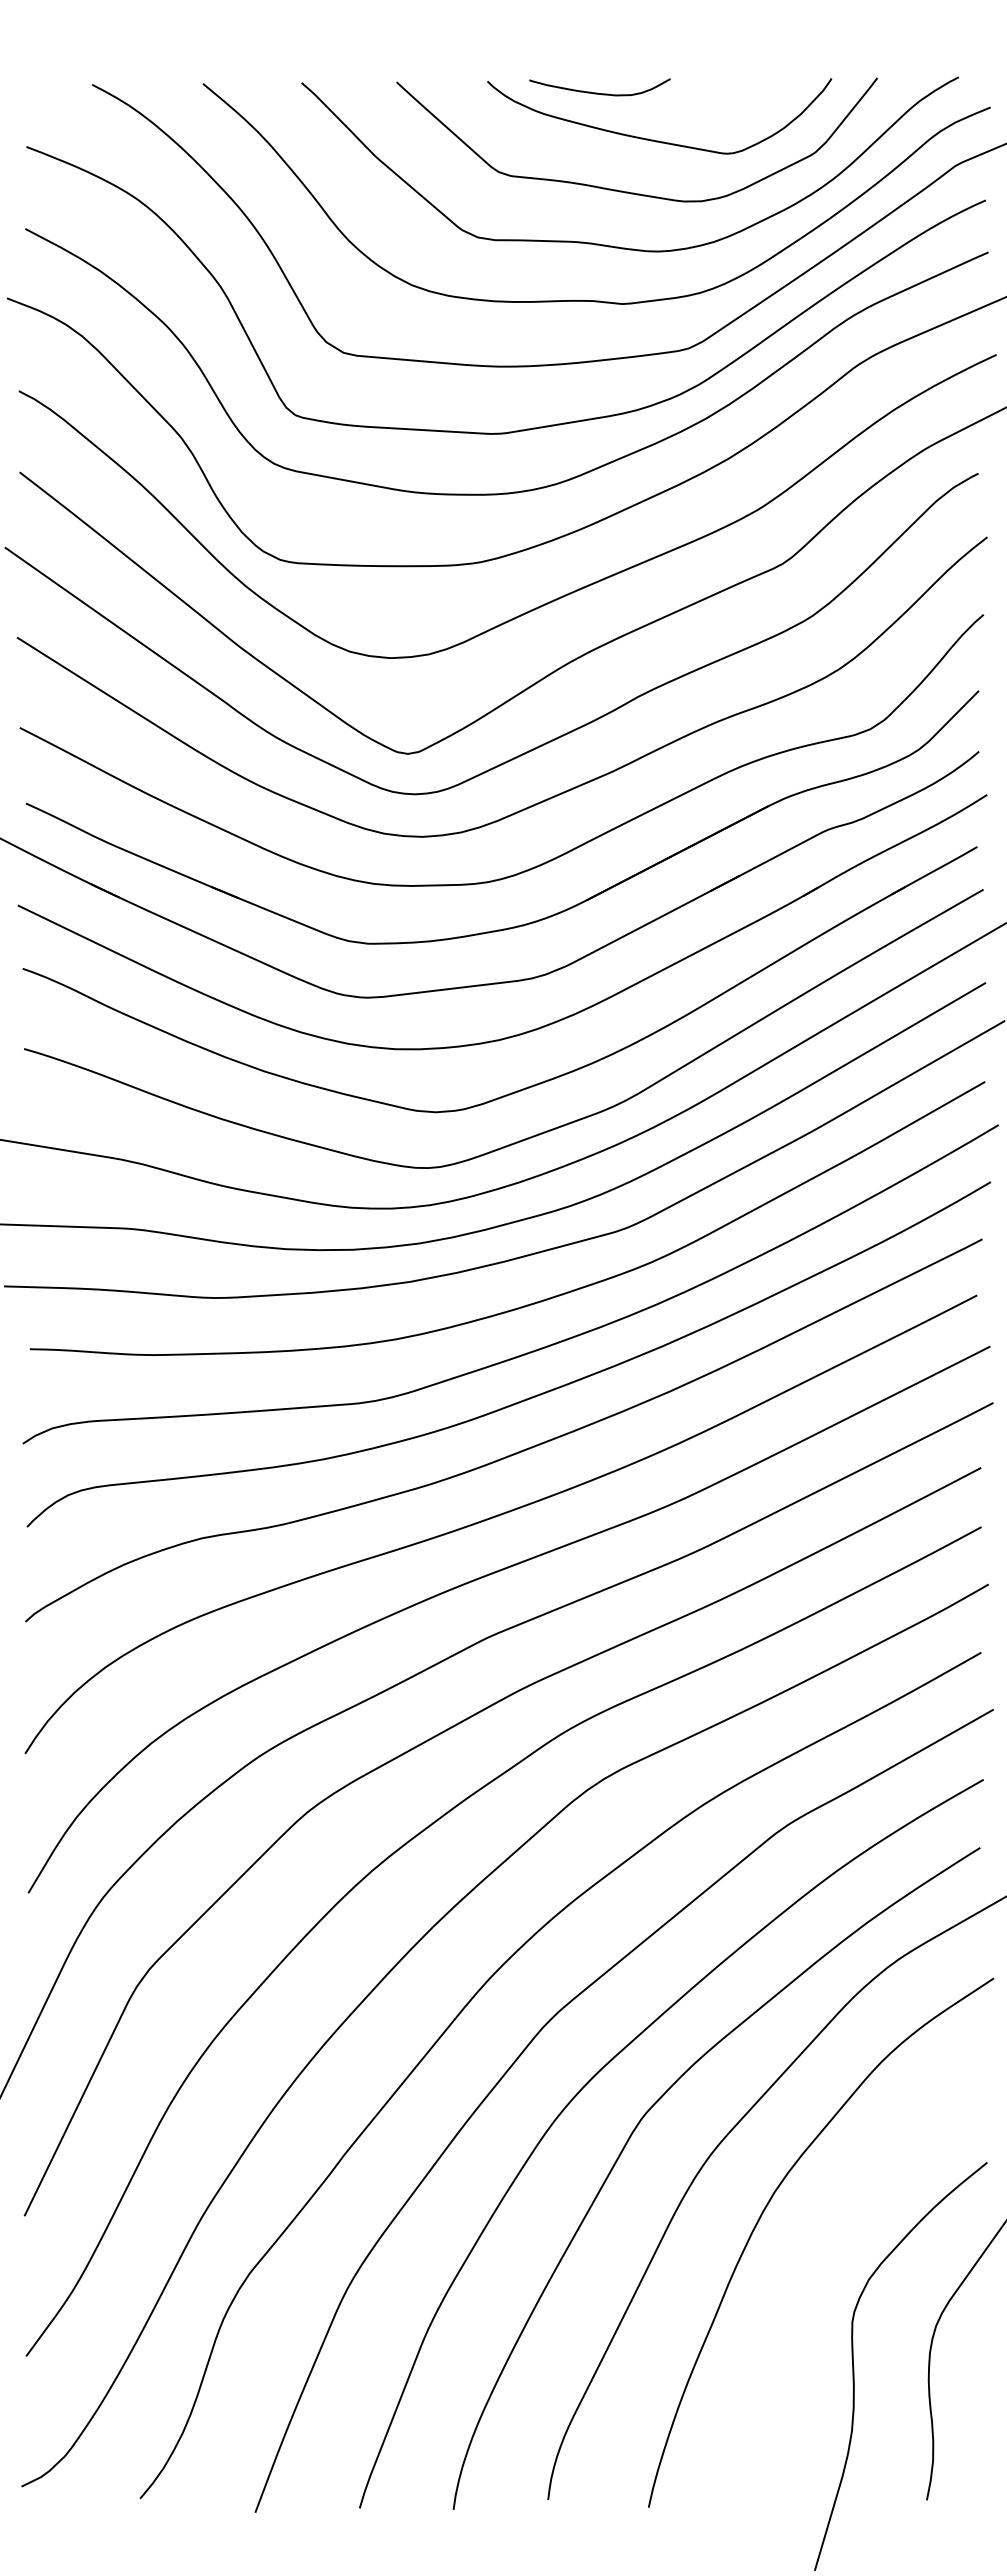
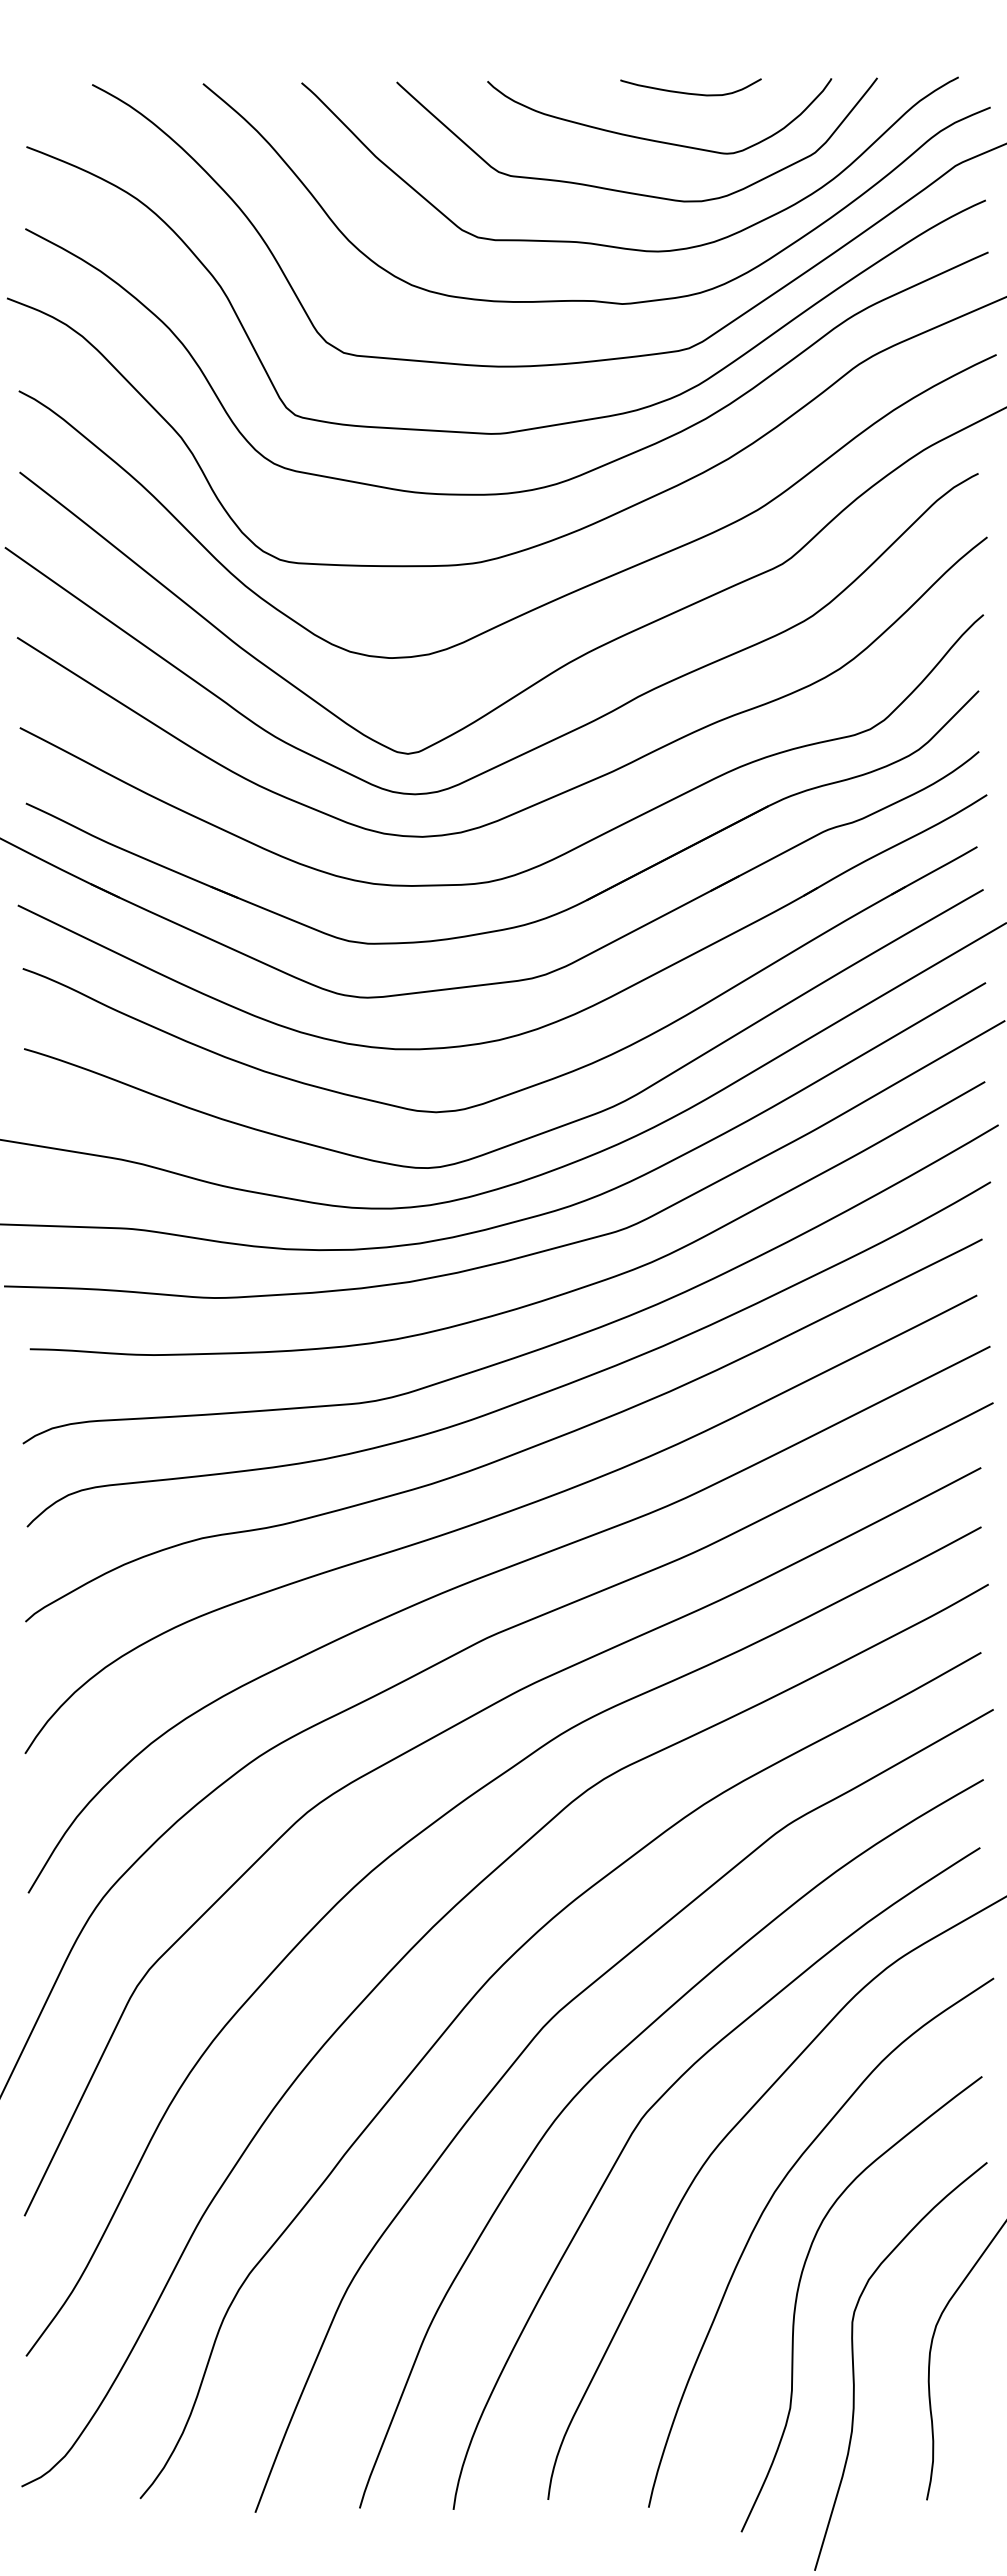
curve at (598, 92) position: (598, 92) -> (689, 92)
curve at (798, 2293): none -> present
